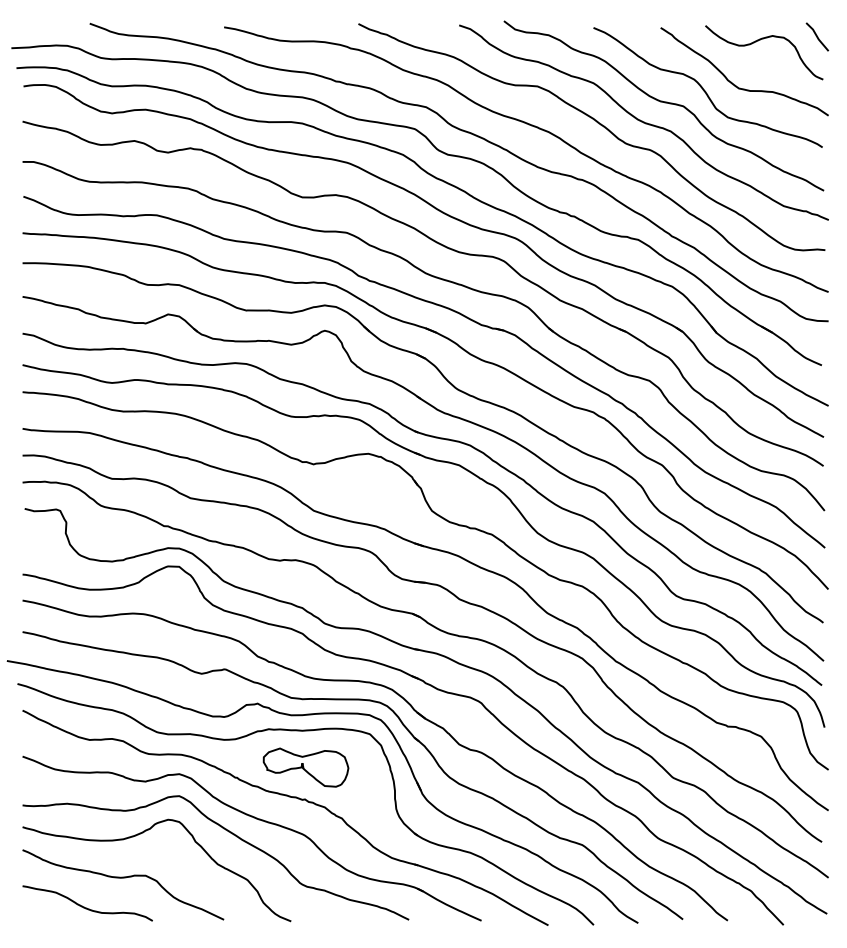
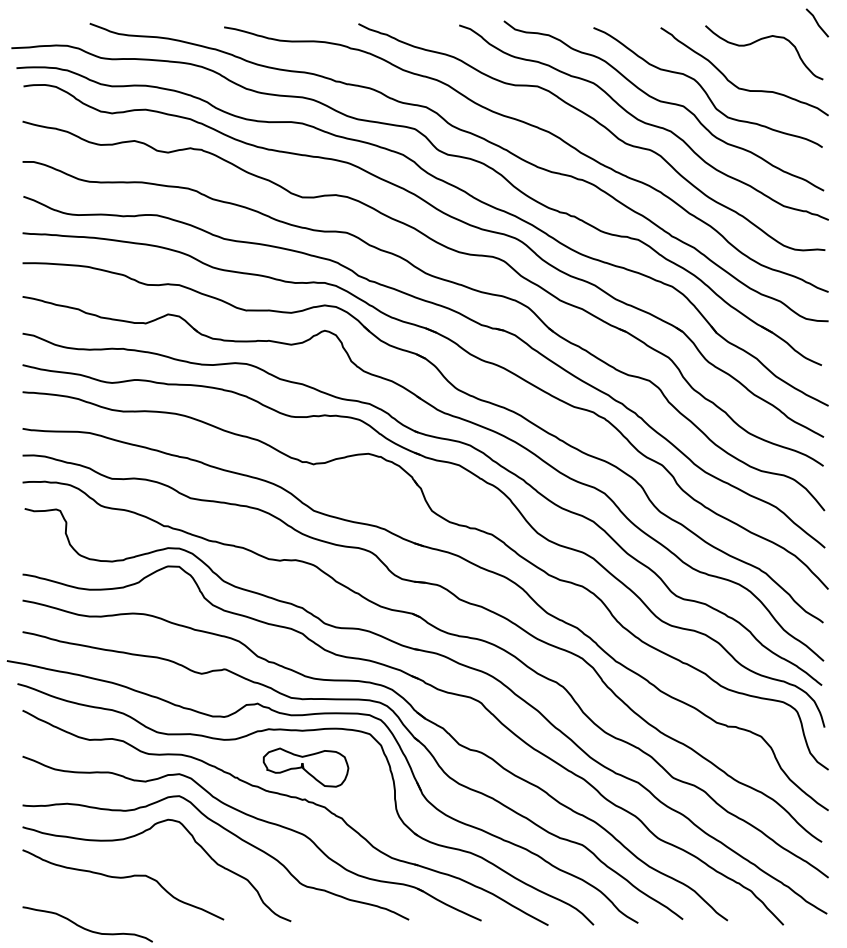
line at (817, 36) position: (817, 36) -> (817, 22)
curve at (86, 907) position: (86, 907) -> (86, 928)
